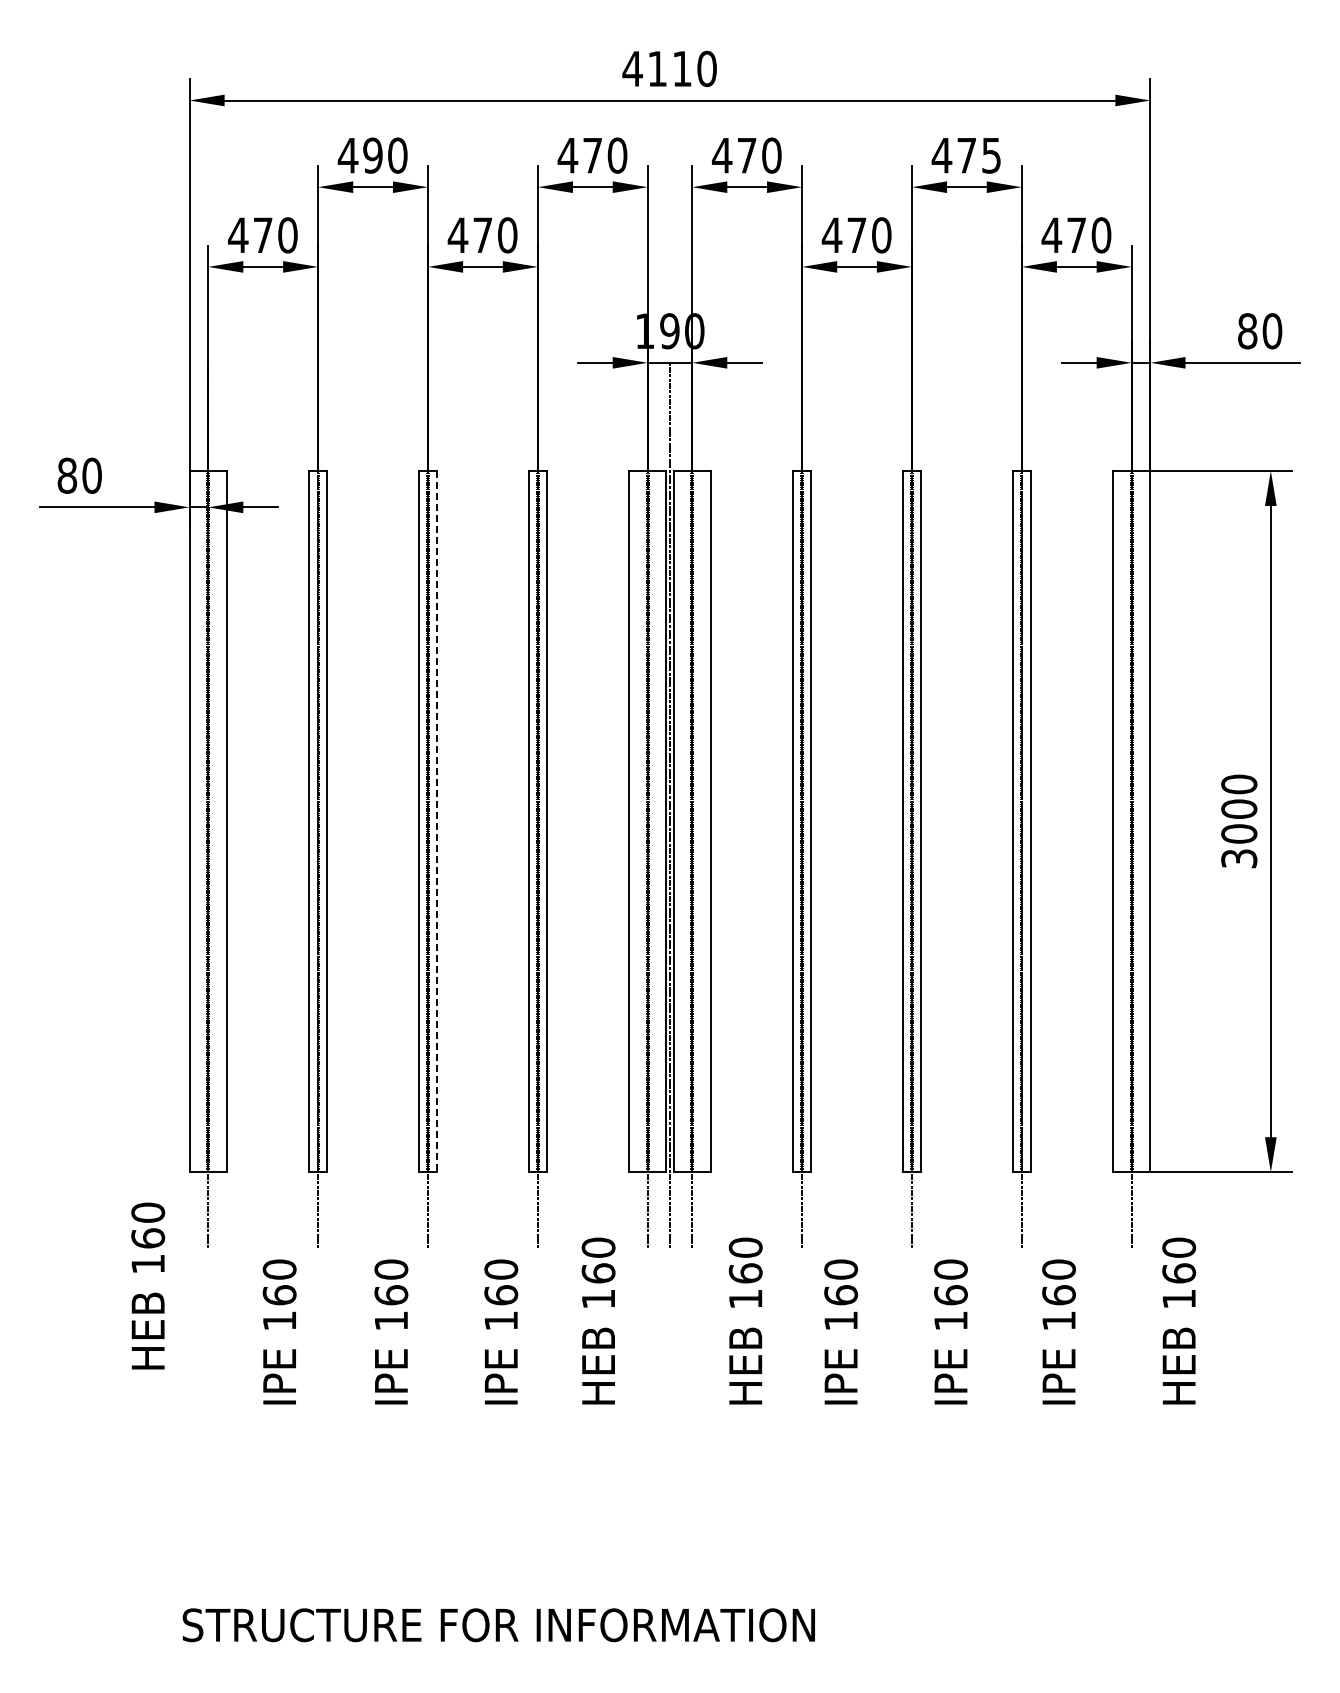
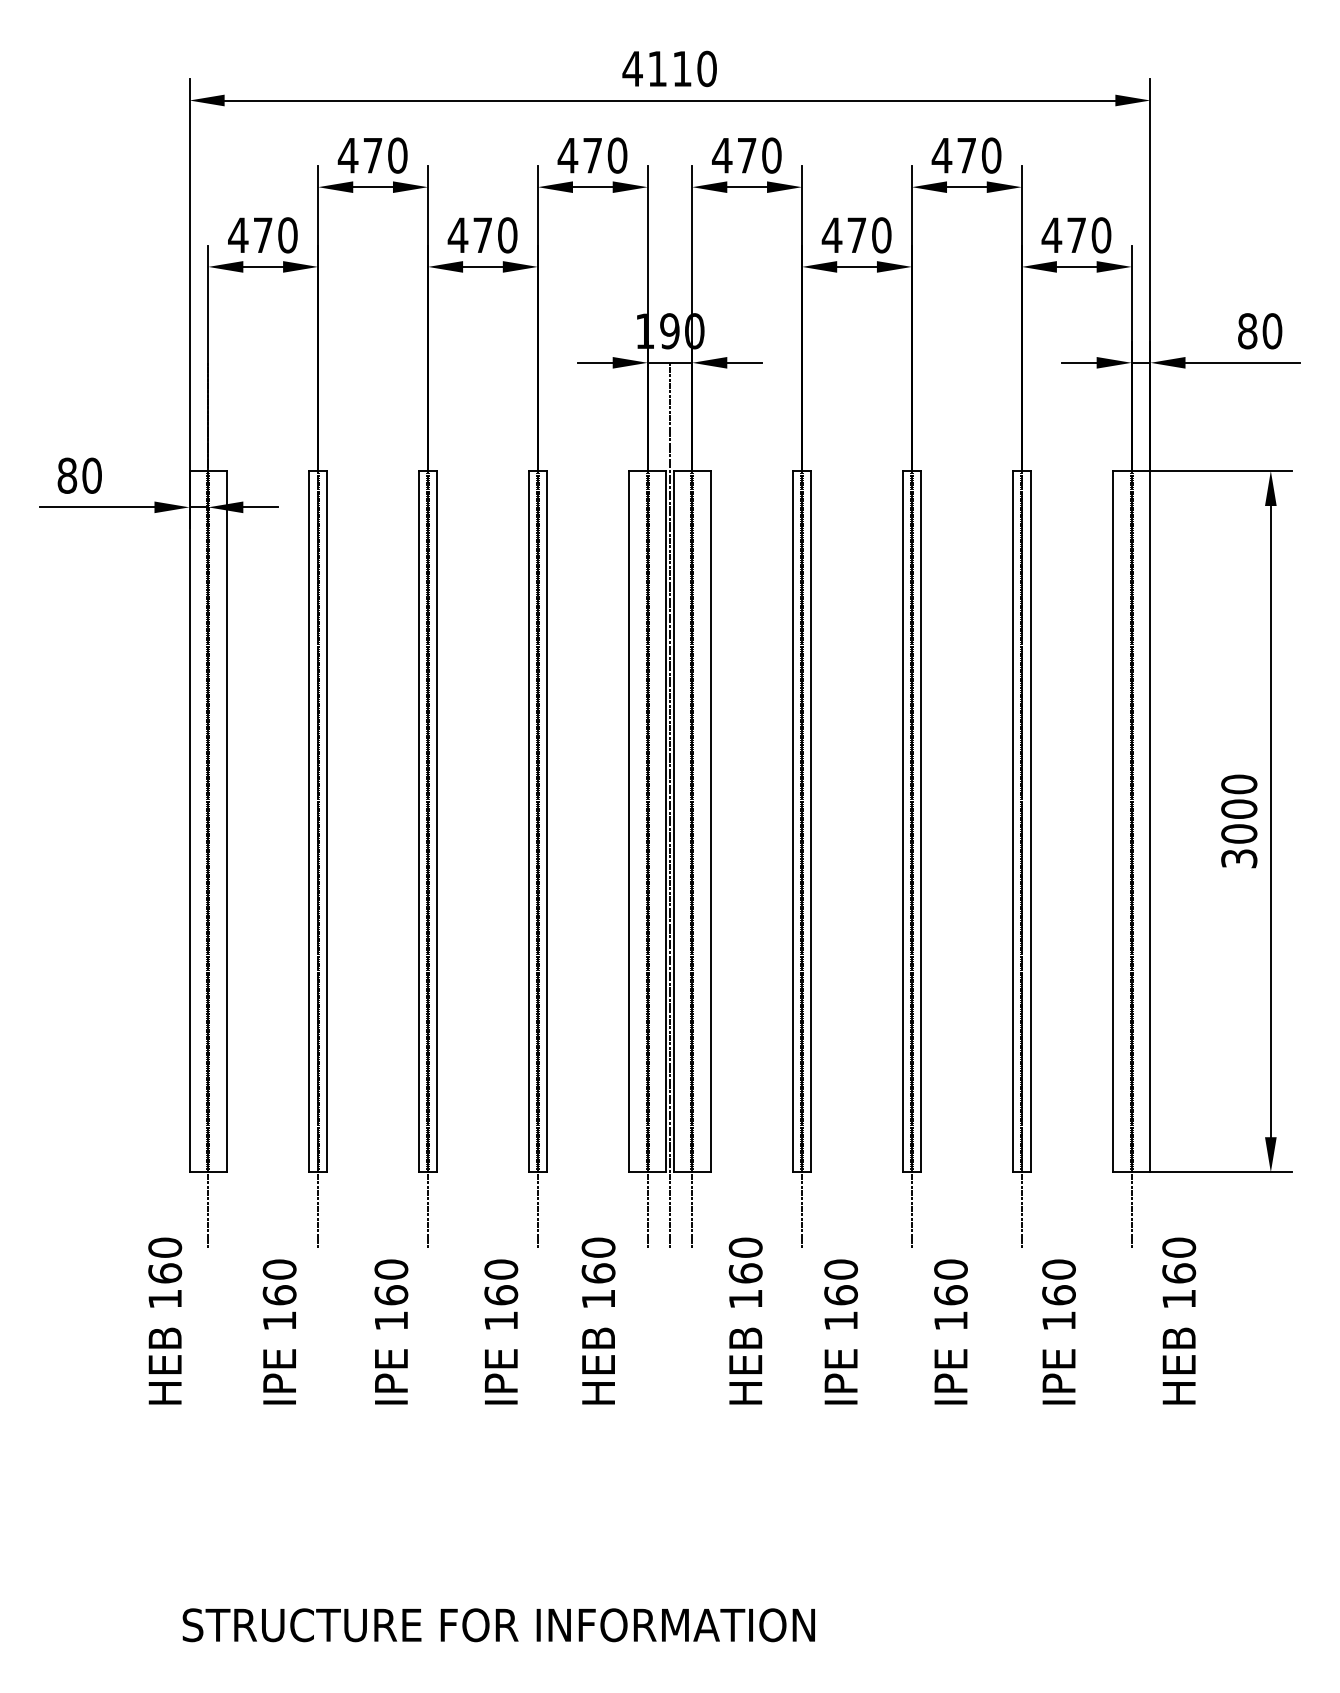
text at (372, 155): 490 -> 470
text at (991, 155): 475 -> 470
line at (437, 821): dashed -> solid
text at (148, 1285) position: (148, 1285) -> (165, 1320)
